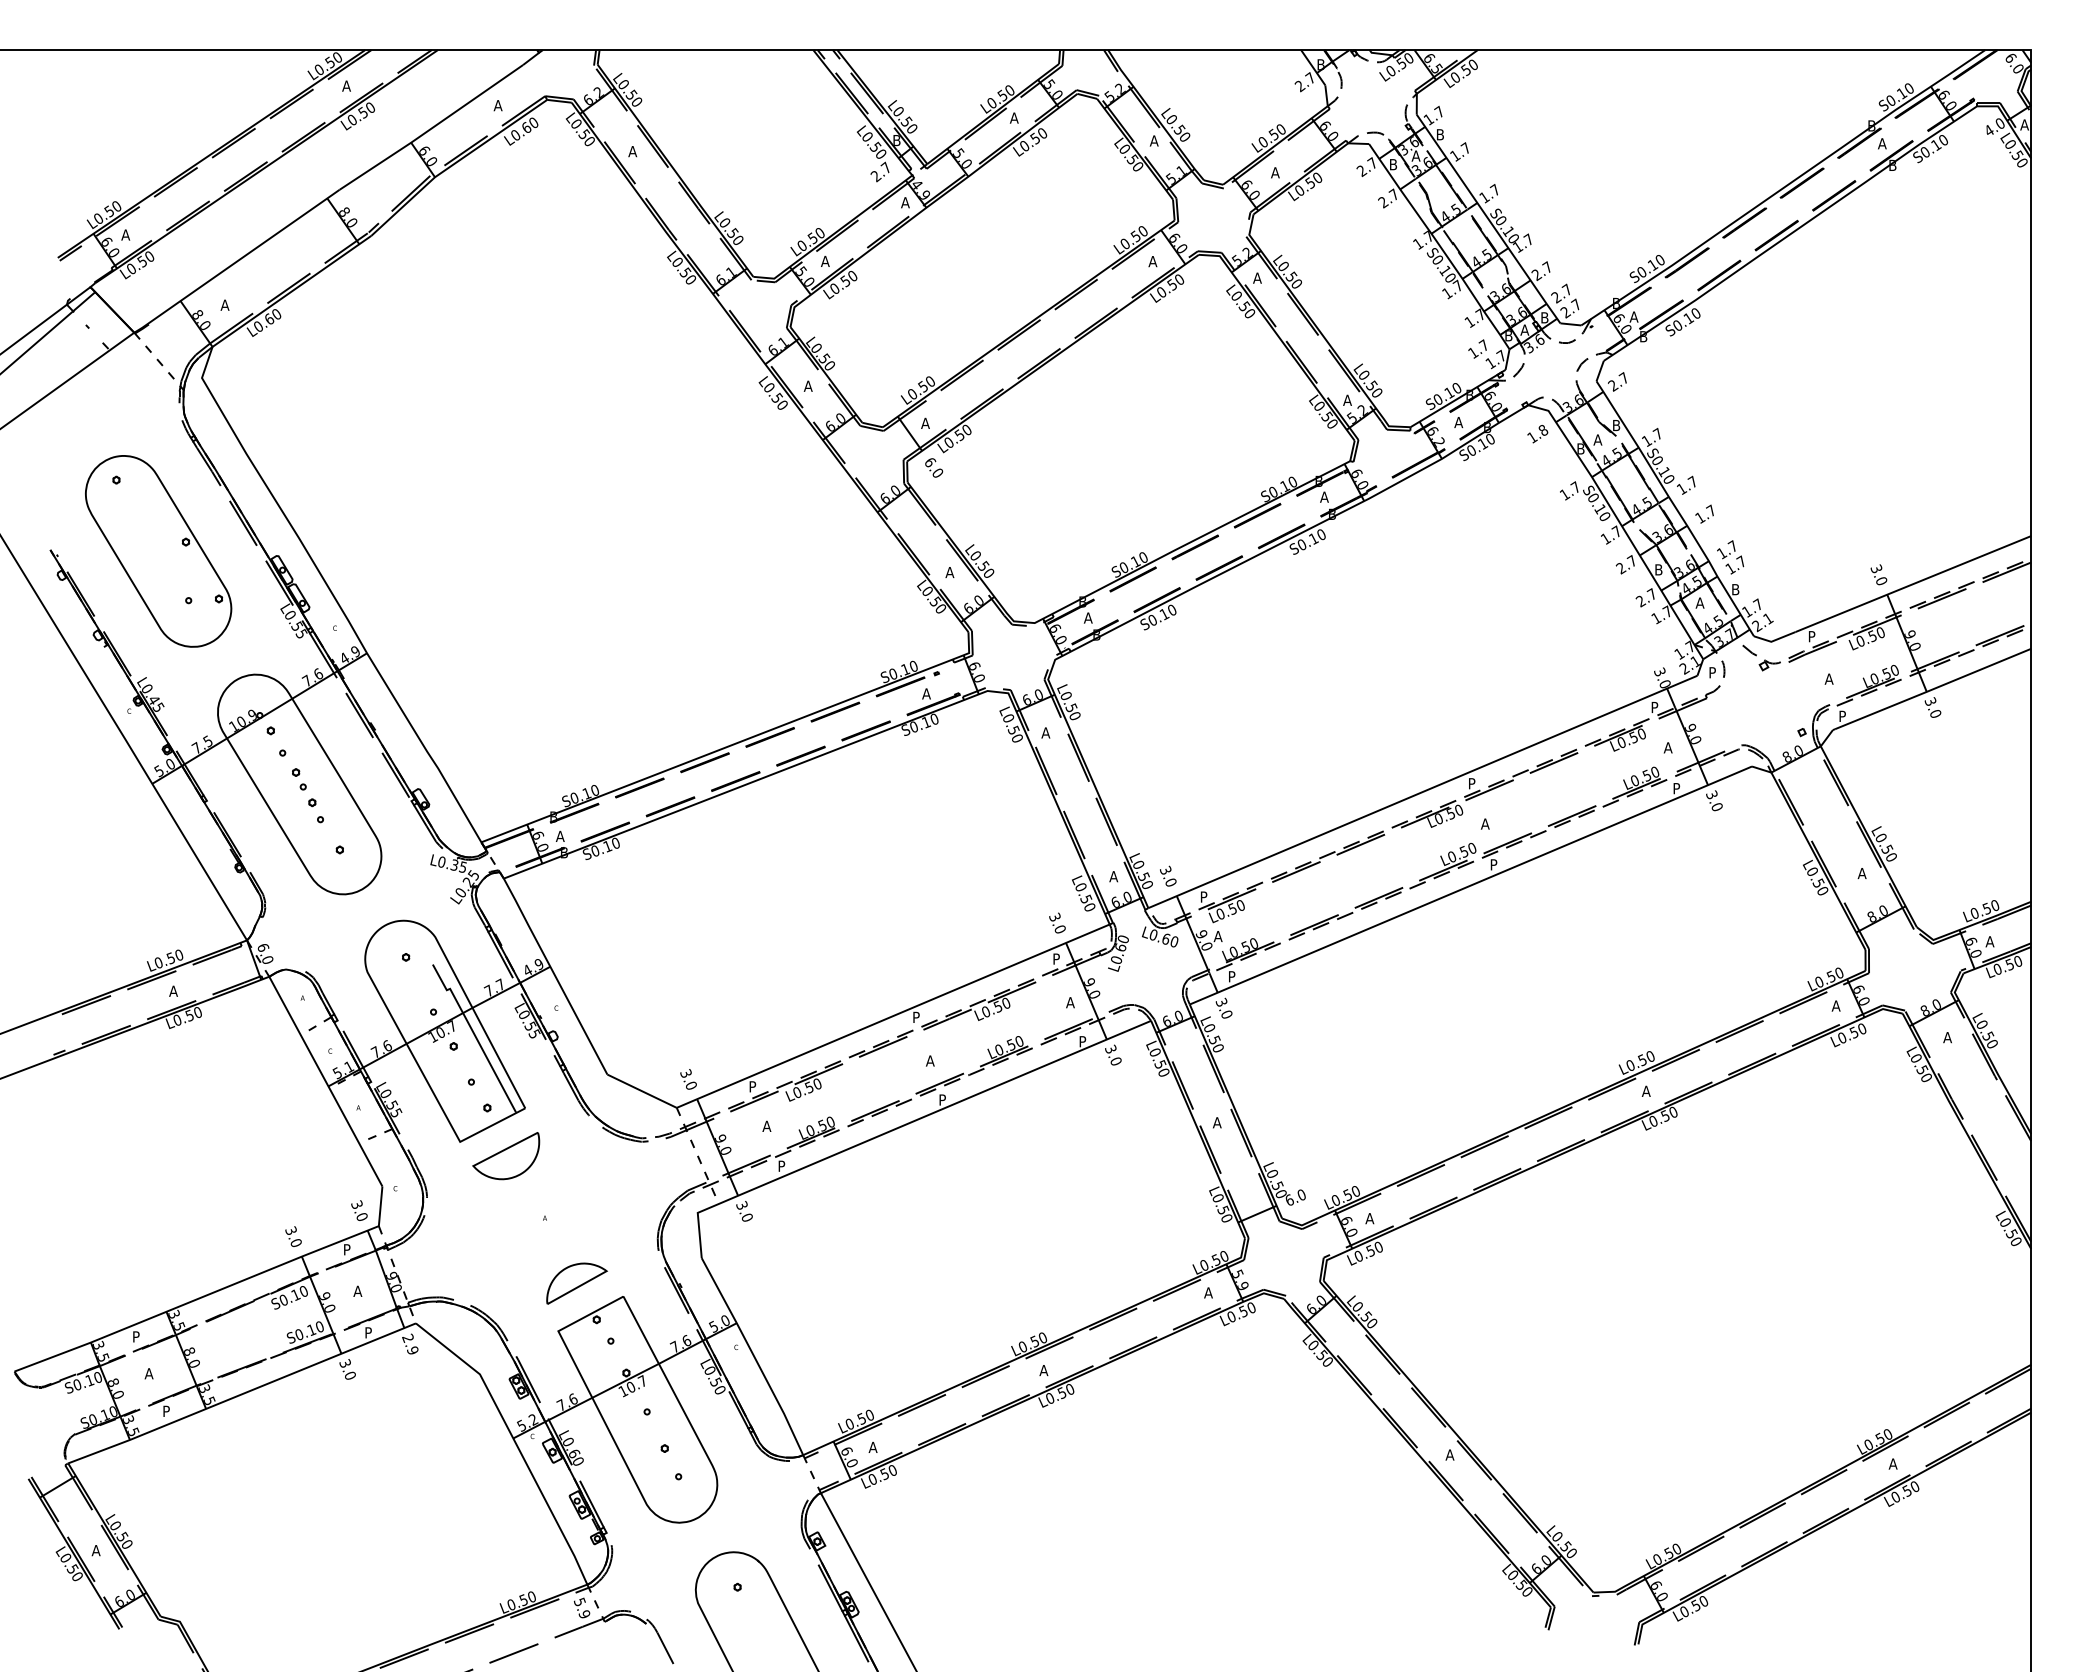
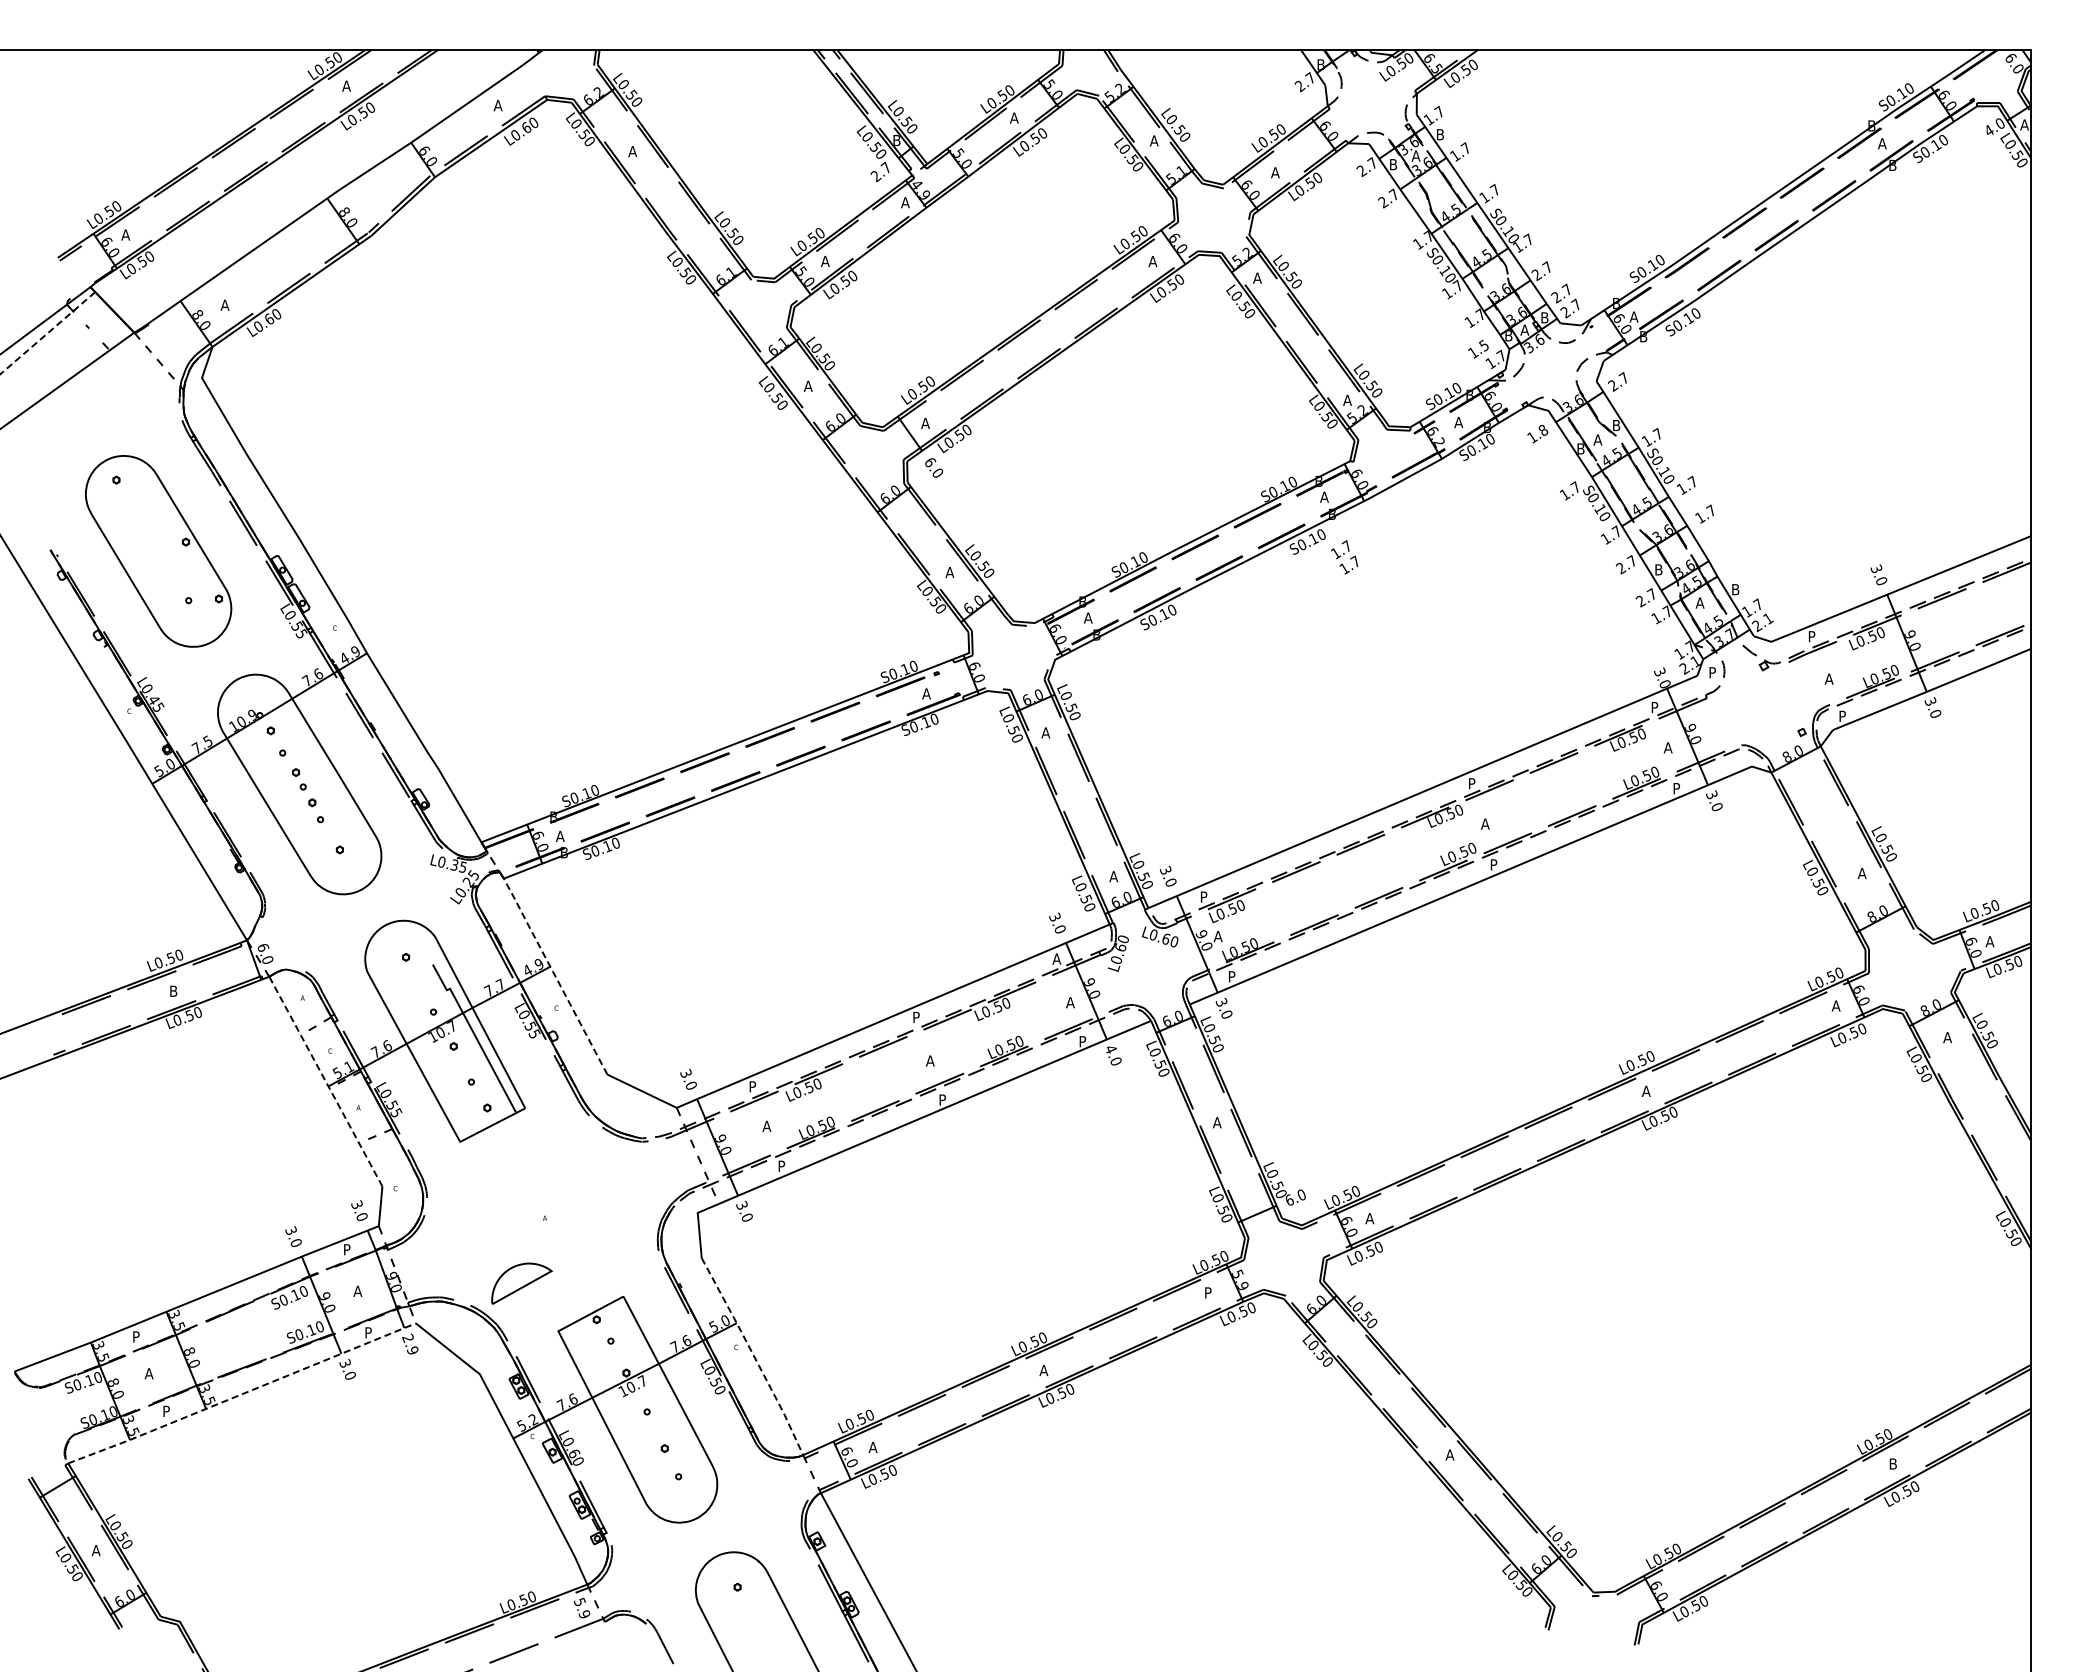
line at (47, 333): solid -> dashed
text at (1483, 345): 1.7 -> 1.5
text at (1730, 557) position: (1730, 557) -> (1344, 557)
text at (1056, 958): P -> A
line at (554, 974): solid -> dashed
text at (173, 990): A -> B
text at (1110, 1048): 3.0 -> 4.0
line at (325, 1081): solid -> dashed
part at (506, 1156): present -> none
part at (576, 1283) position: (576, 1283) -> (521, 1283)
text at (1208, 1292): A -> P
line at (754, 1356): solid -> dashed
line at (242, 1394): solid -> dashed
text at (1892, 1463): A -> B
